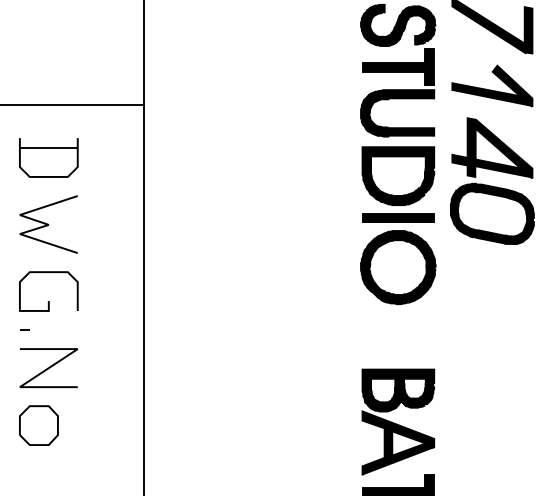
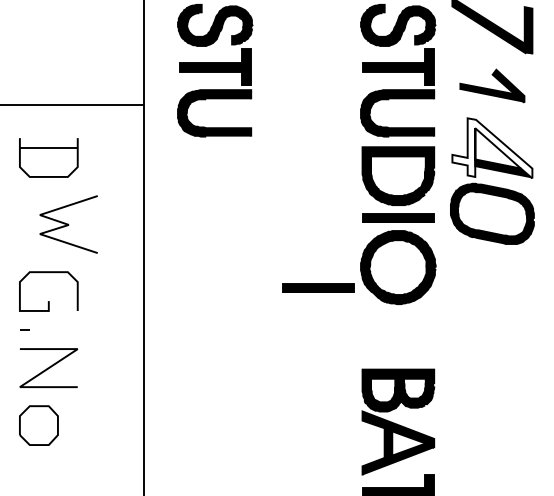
part at (215, 70): none -> present
part at (492, 85) size: 83x44 px -> 67x36 px
fill at (492, 148): present -> none
line at (48, 224) position: (48, 224) -> (68, 224)
part at (318, 287): none -> present
